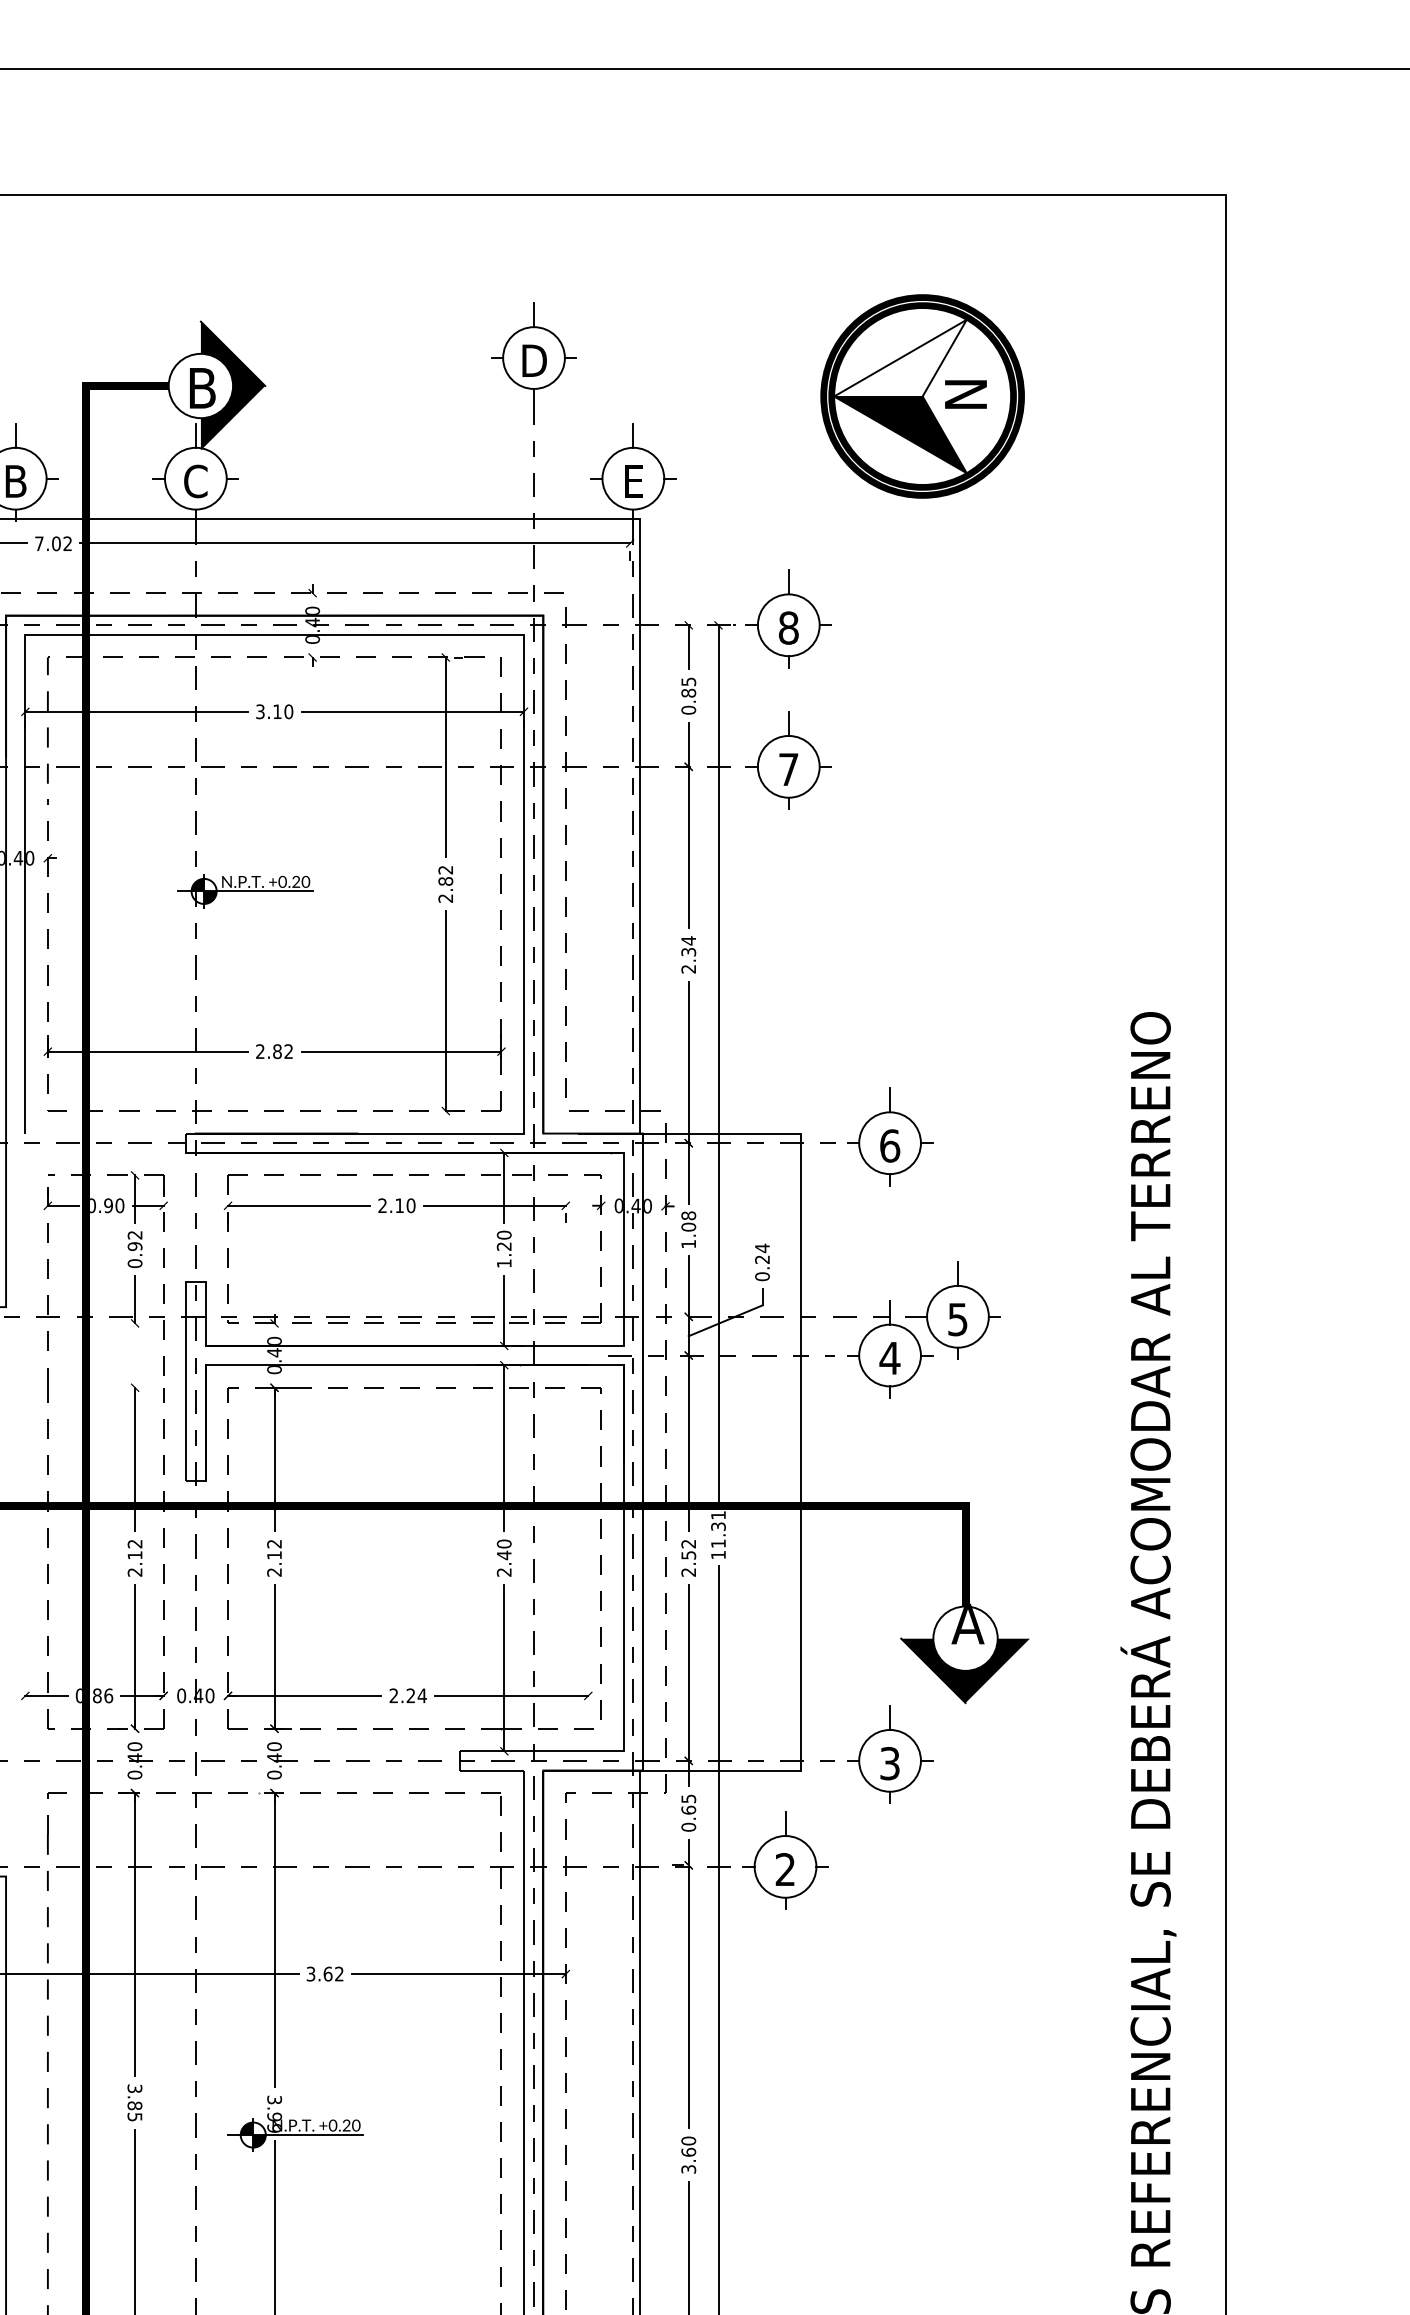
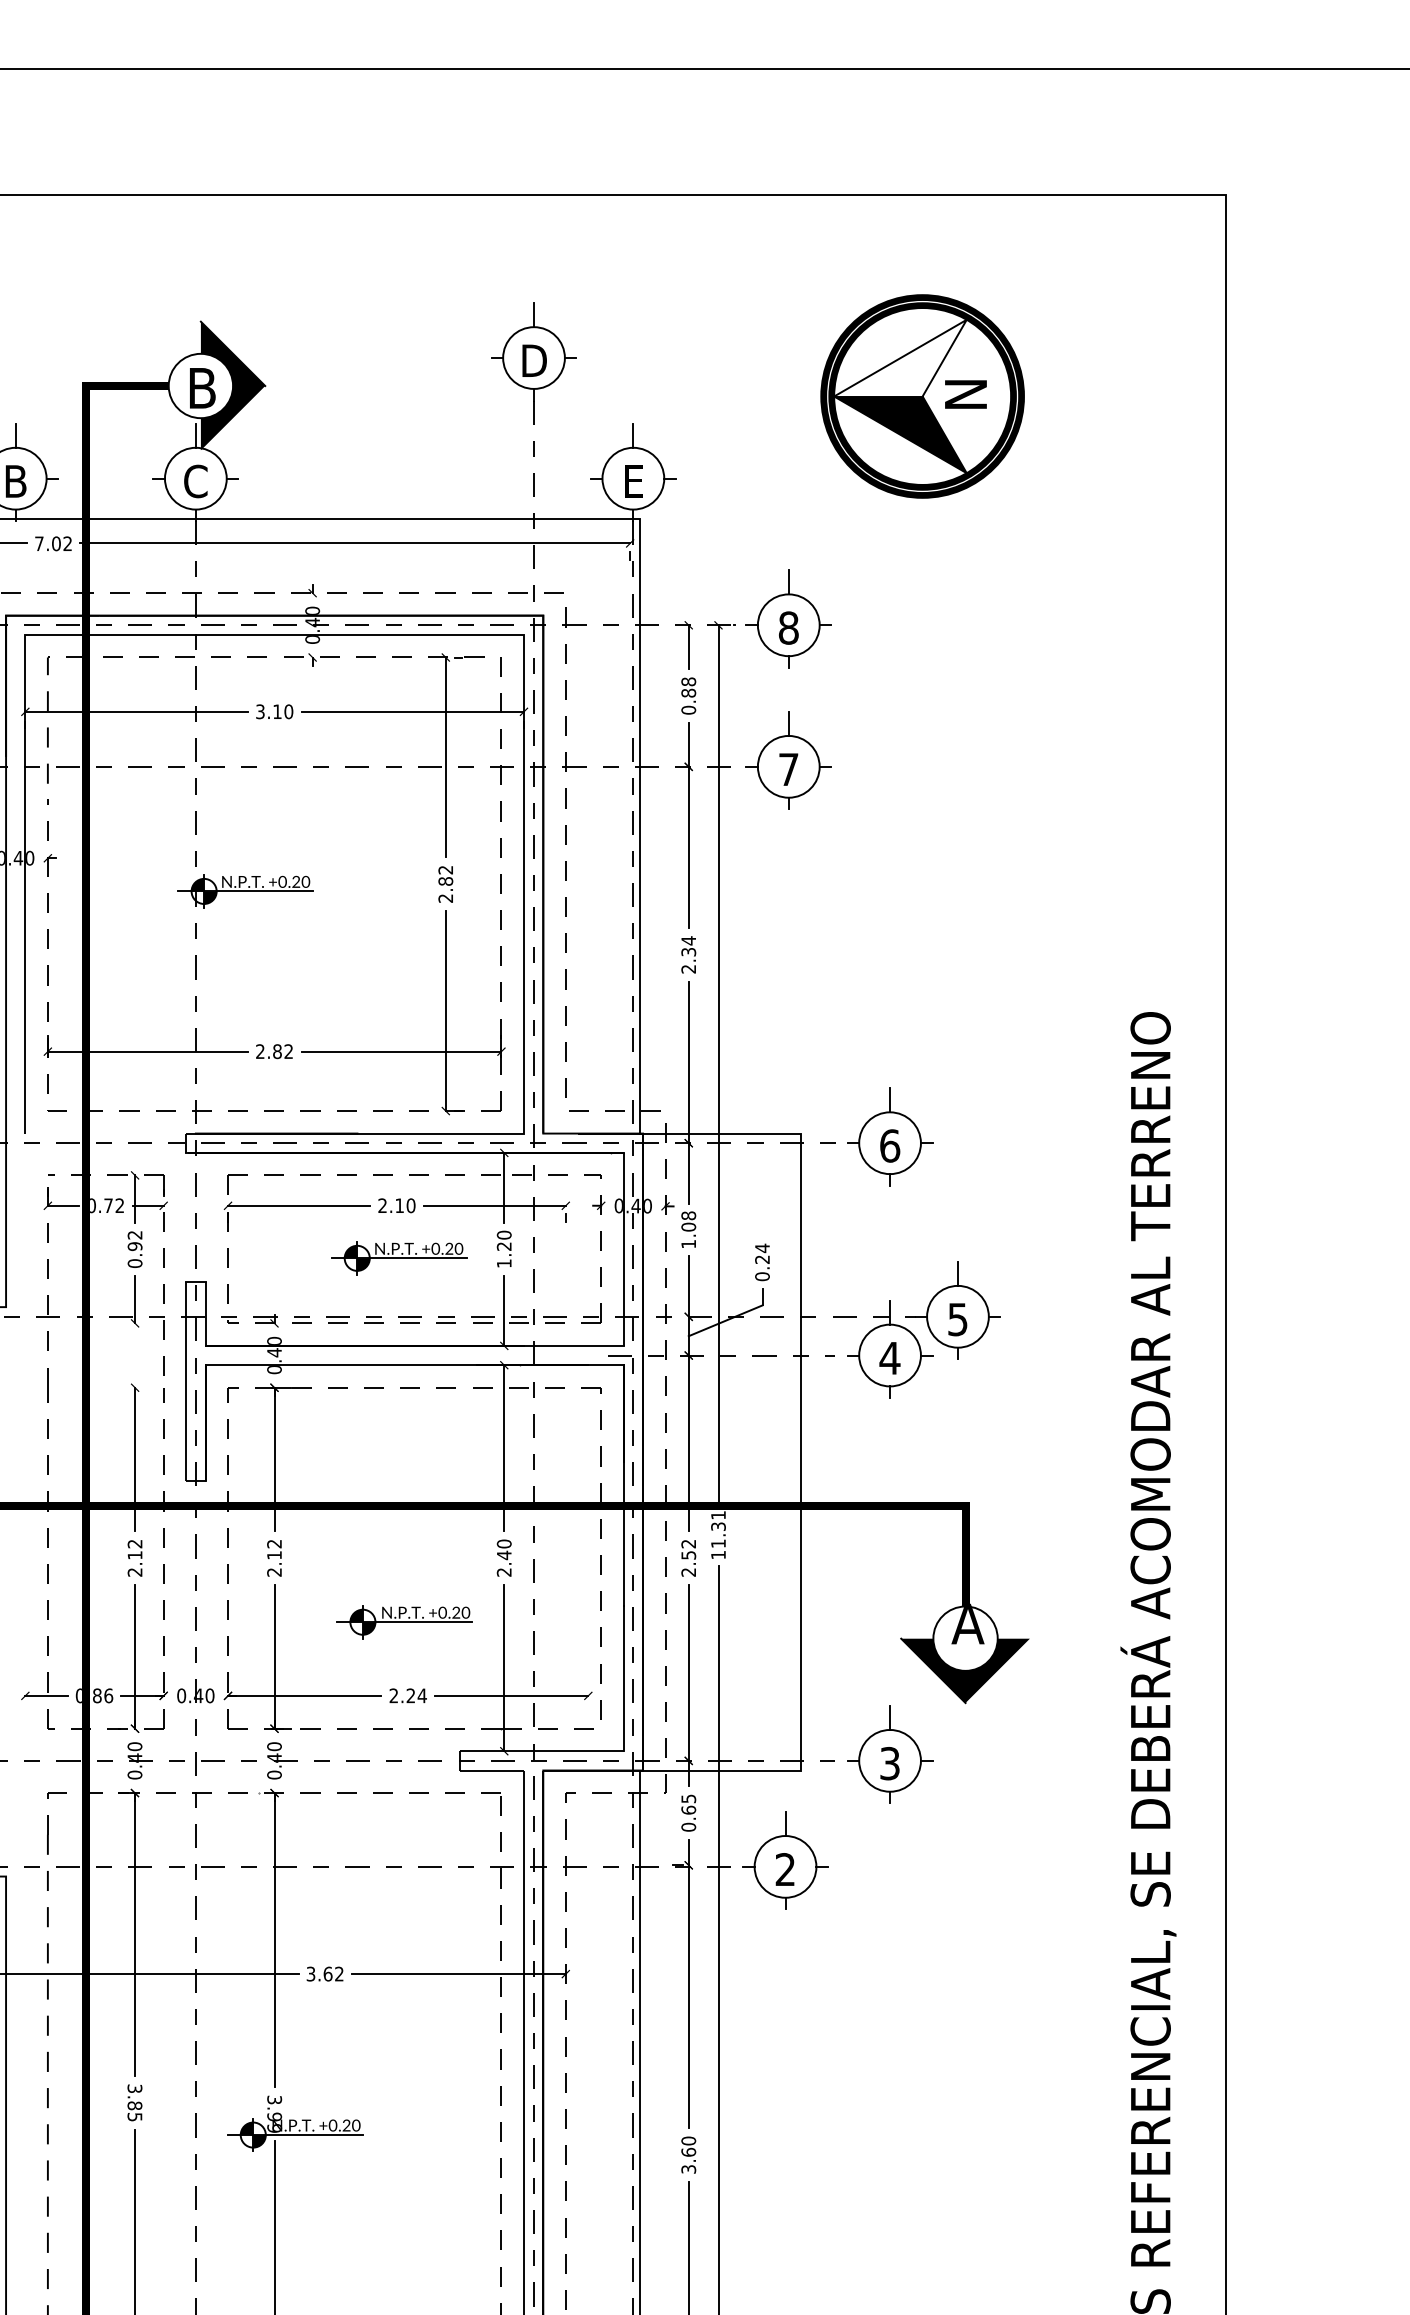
text at (688, 681): 0.85 -> 0.88
text at (114, 1205): 0.90 -> 0.72
part at (399, 1258): none -> present
part at (404, 1622): none -> present
